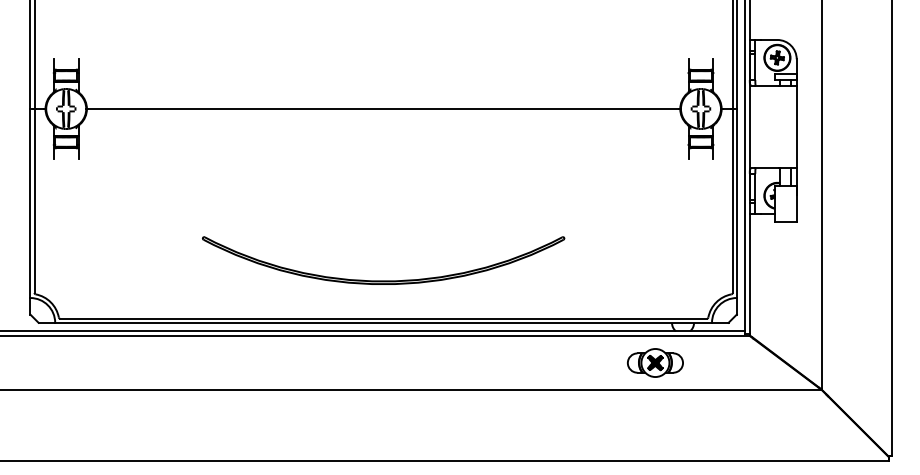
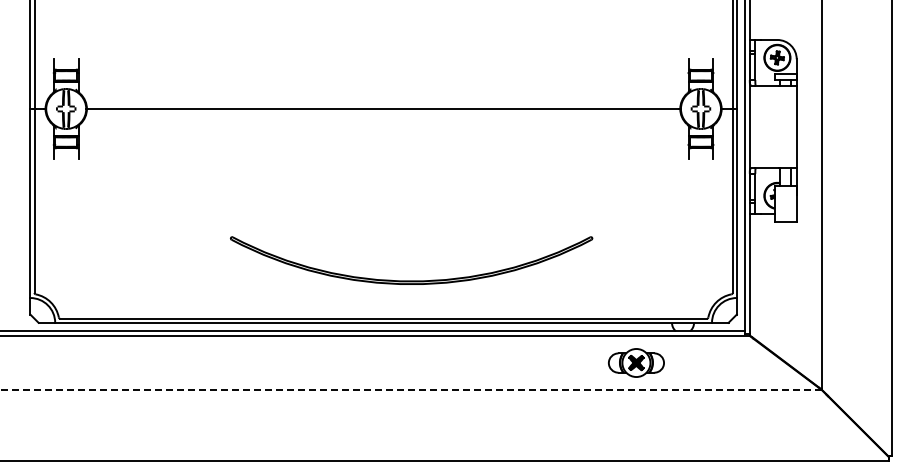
part at (383, 280) position: (383, 280) -> (411, 280)
part at (655, 362) position: (655, 362) -> (636, 362)
line at (410, 389): solid -> dashed
